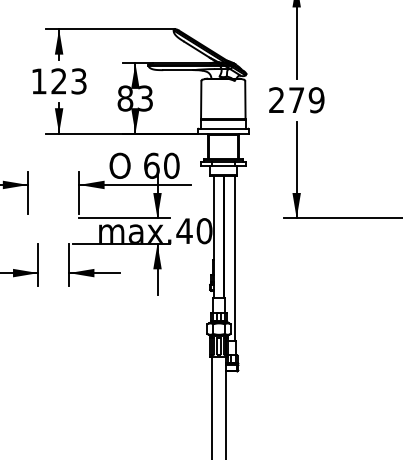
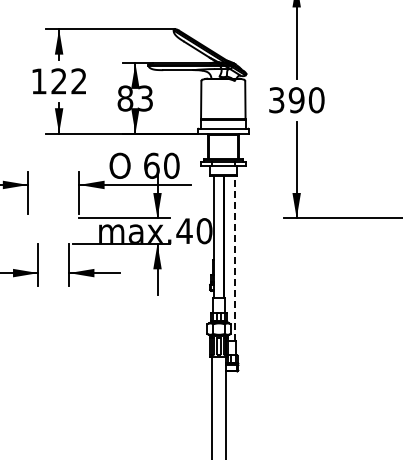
text at (78, 81): 123 -> 122
text at (296, 100): 279 -> 390
line at (234, 257): solid -> dashed
